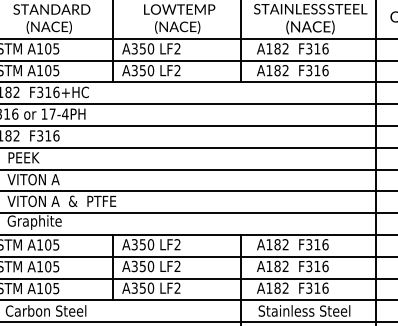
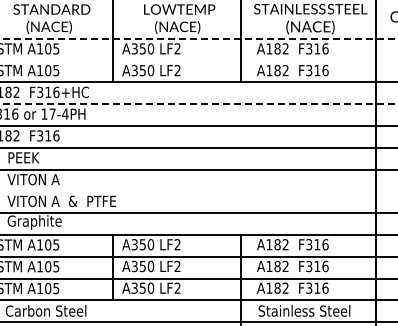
line at (199, 38): solid -> dashed
line at (198, 60): present -> none
line at (199, 104): solid -> dashed
line at (198, 191): present -> none
